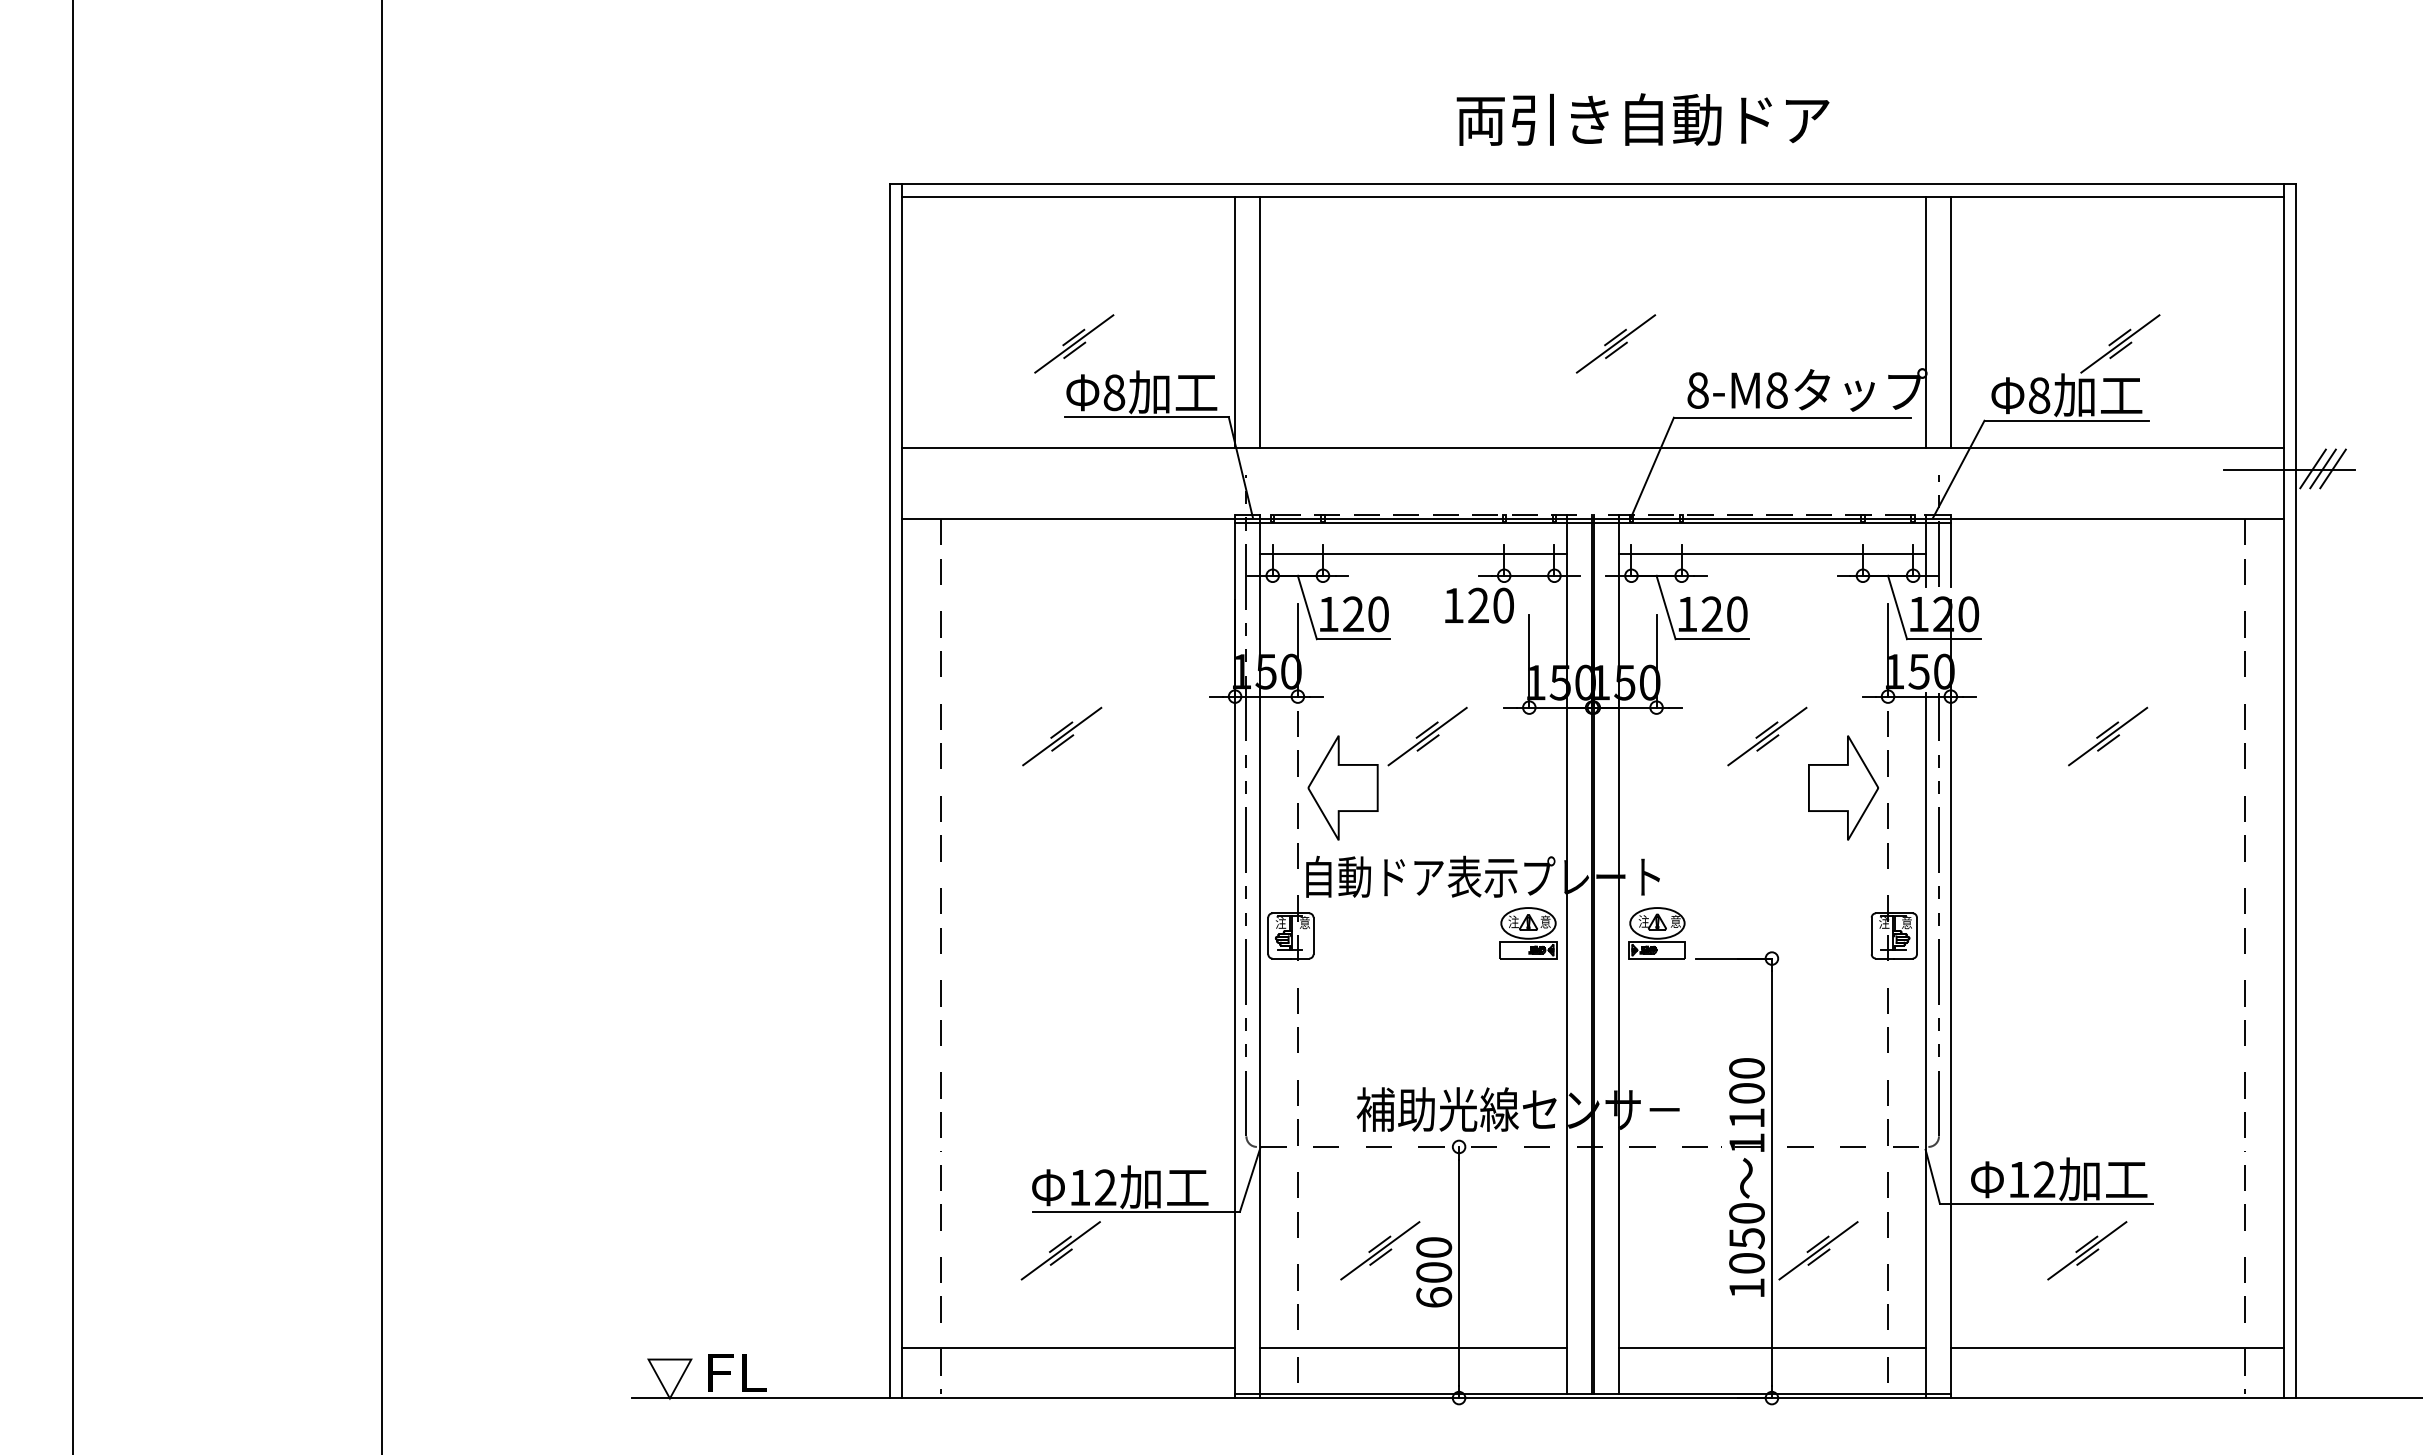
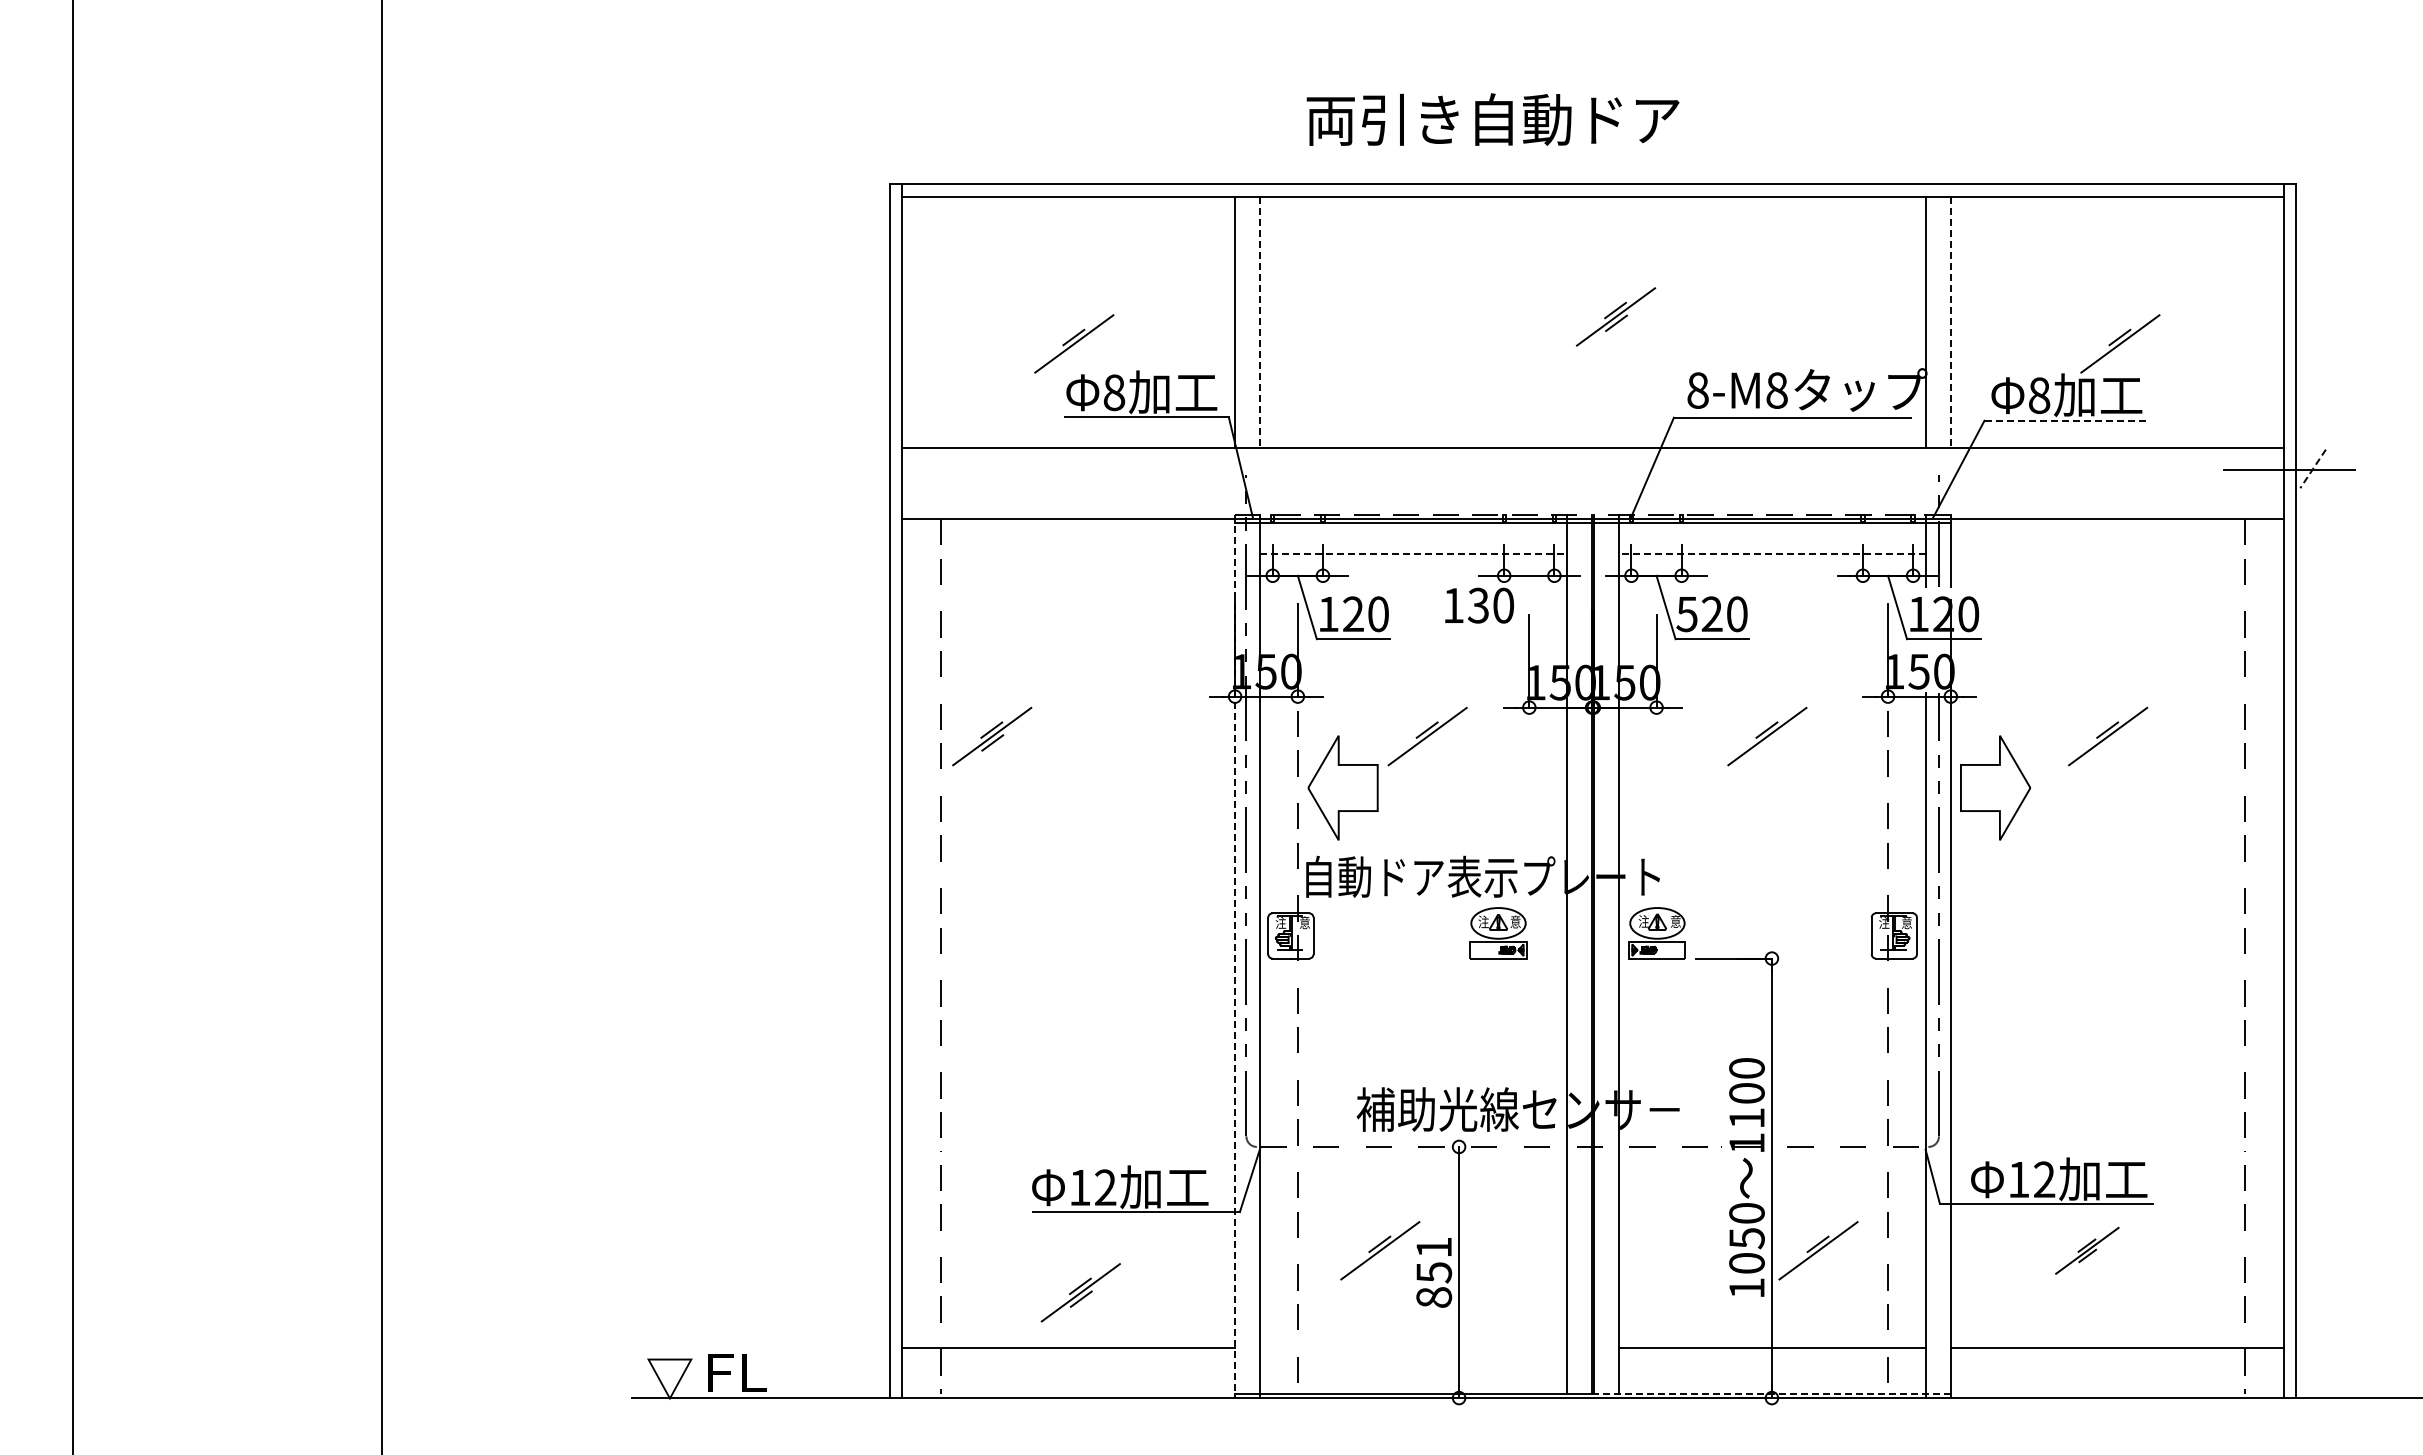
text at (1642, 119) position: (1642, 119) -> (1492, 119)
line at (1260, 322): solid -> dashed
line at (1950, 322): solid -> dashed
part at (1615, 343) position: (1615, 343) -> (1615, 316)
line at (1074, 350): present -> none
line at (2120, 350): present -> none
line at (2067, 420): solid -> dashed
line at (2322, 468): present -> none
line at (2332, 468): present -> none
line at (2312, 469): solid -> dashed
line at (1414, 553): solid -> dashed
line at (1771, 553): solid -> dashed
text at (1477, 605): 120 -> 130
text at (1686, 614): 120 -> 520
part at (1062, 736) position: (1062, 736) -> (992, 736)
line at (1427, 742): present -> none
line at (1767, 742): present -> none
line at (2108, 742): present -> none
part at (1843, 787) position: (1843, 787) -> (1995, 787)
part at (1528, 933) position: (1528, 933) -> (1498, 933)
line at (1235, 956): solid -> dashed
part at (1060, 1250) position: (1060, 1250) -> (1080, 1292)
part at (2087, 1250) size: 81x60 px -> 65x49 px
line at (1380, 1256): present -> none
line at (1818, 1256): present -> none
text at (1434, 1272): 600 -> 851
line at (1413, 1347): present -> none
line at (1772, 1393): solid -> dashed
